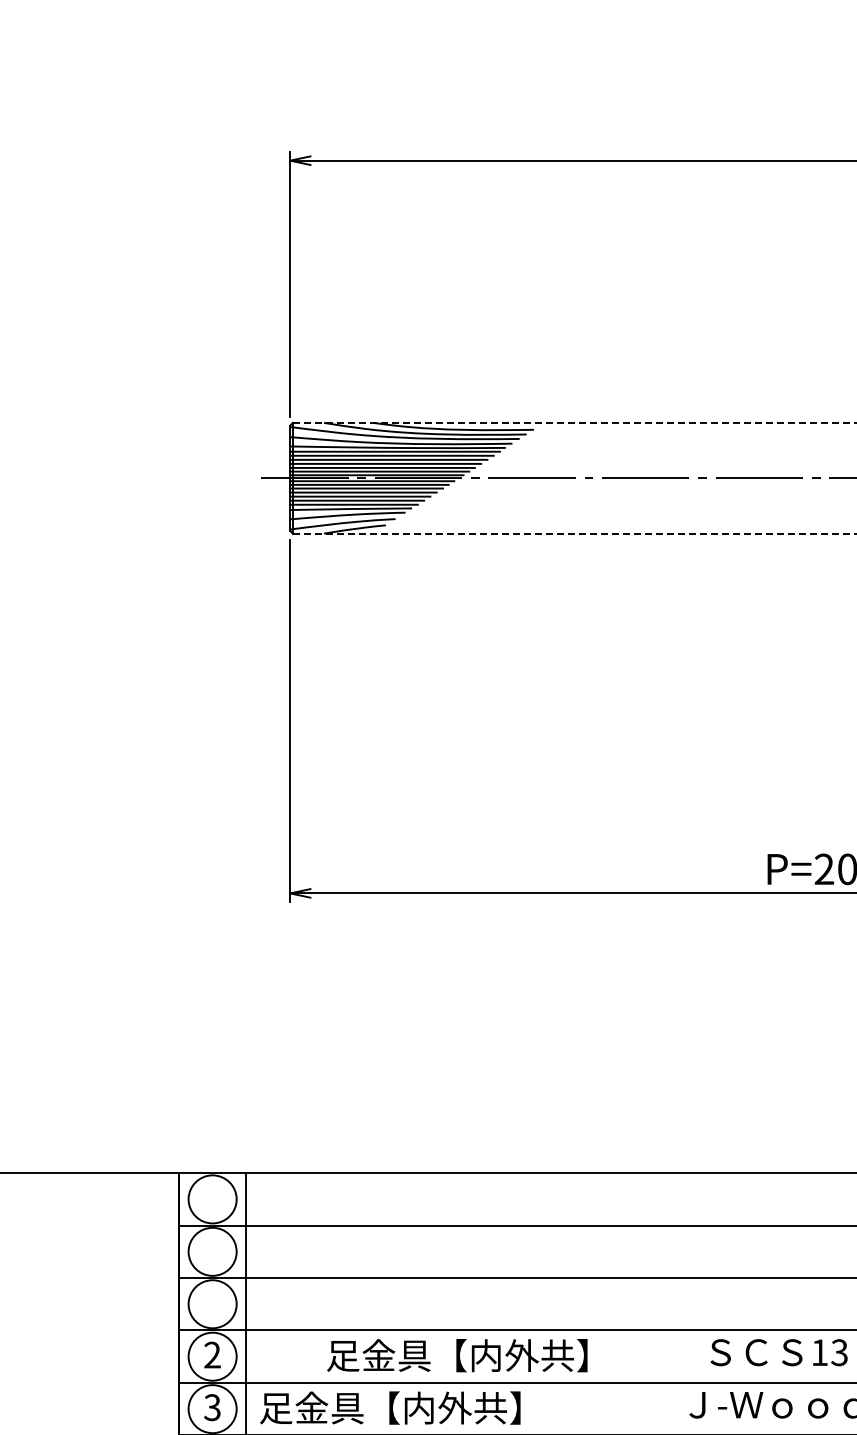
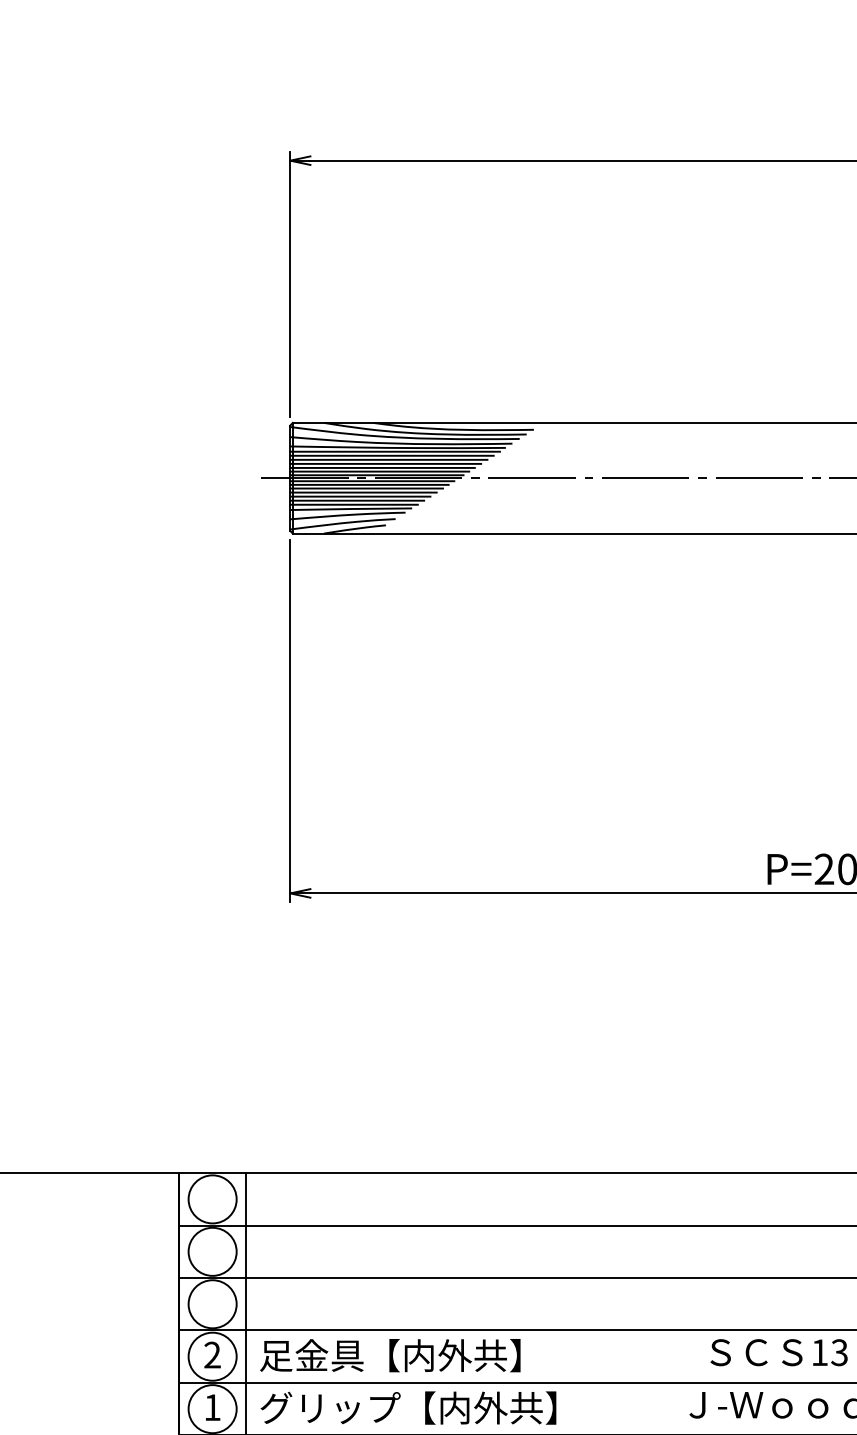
line at (574, 422): dashed -> solid
line at (574, 533): dashed -> solid
text at (457, 1355) position: (457, 1355) -> (390, 1355)
text at (212, 1407): 3 -> 1
text at (408, 1407): 足金具【内外共】 -> グリップ【内外共】
